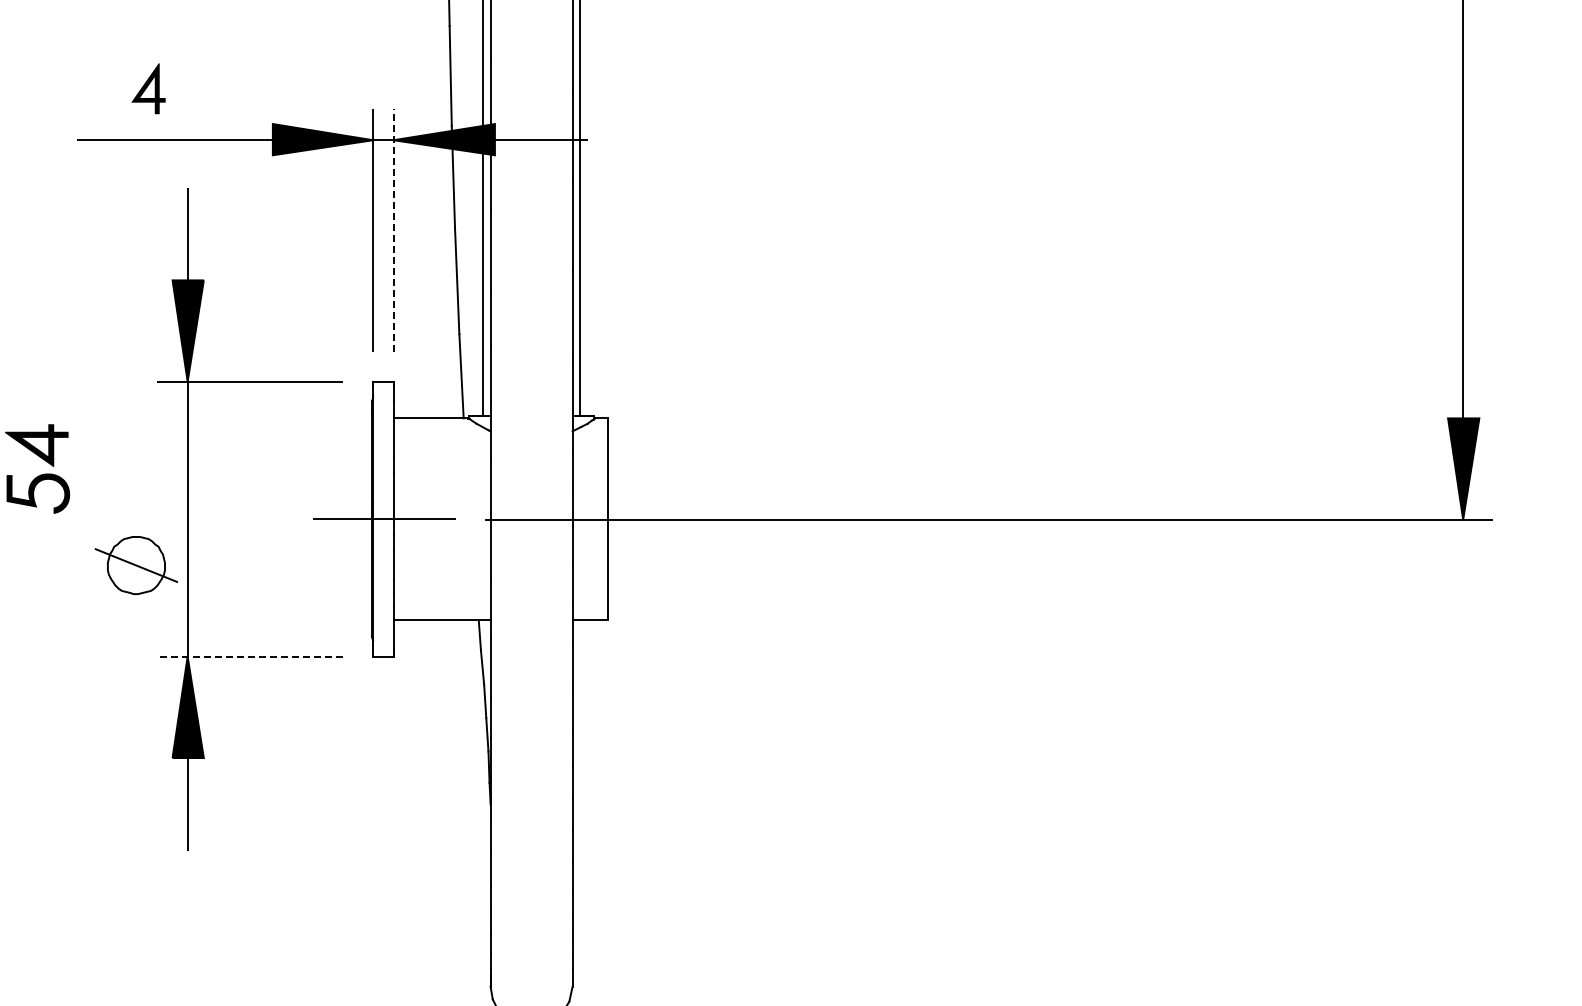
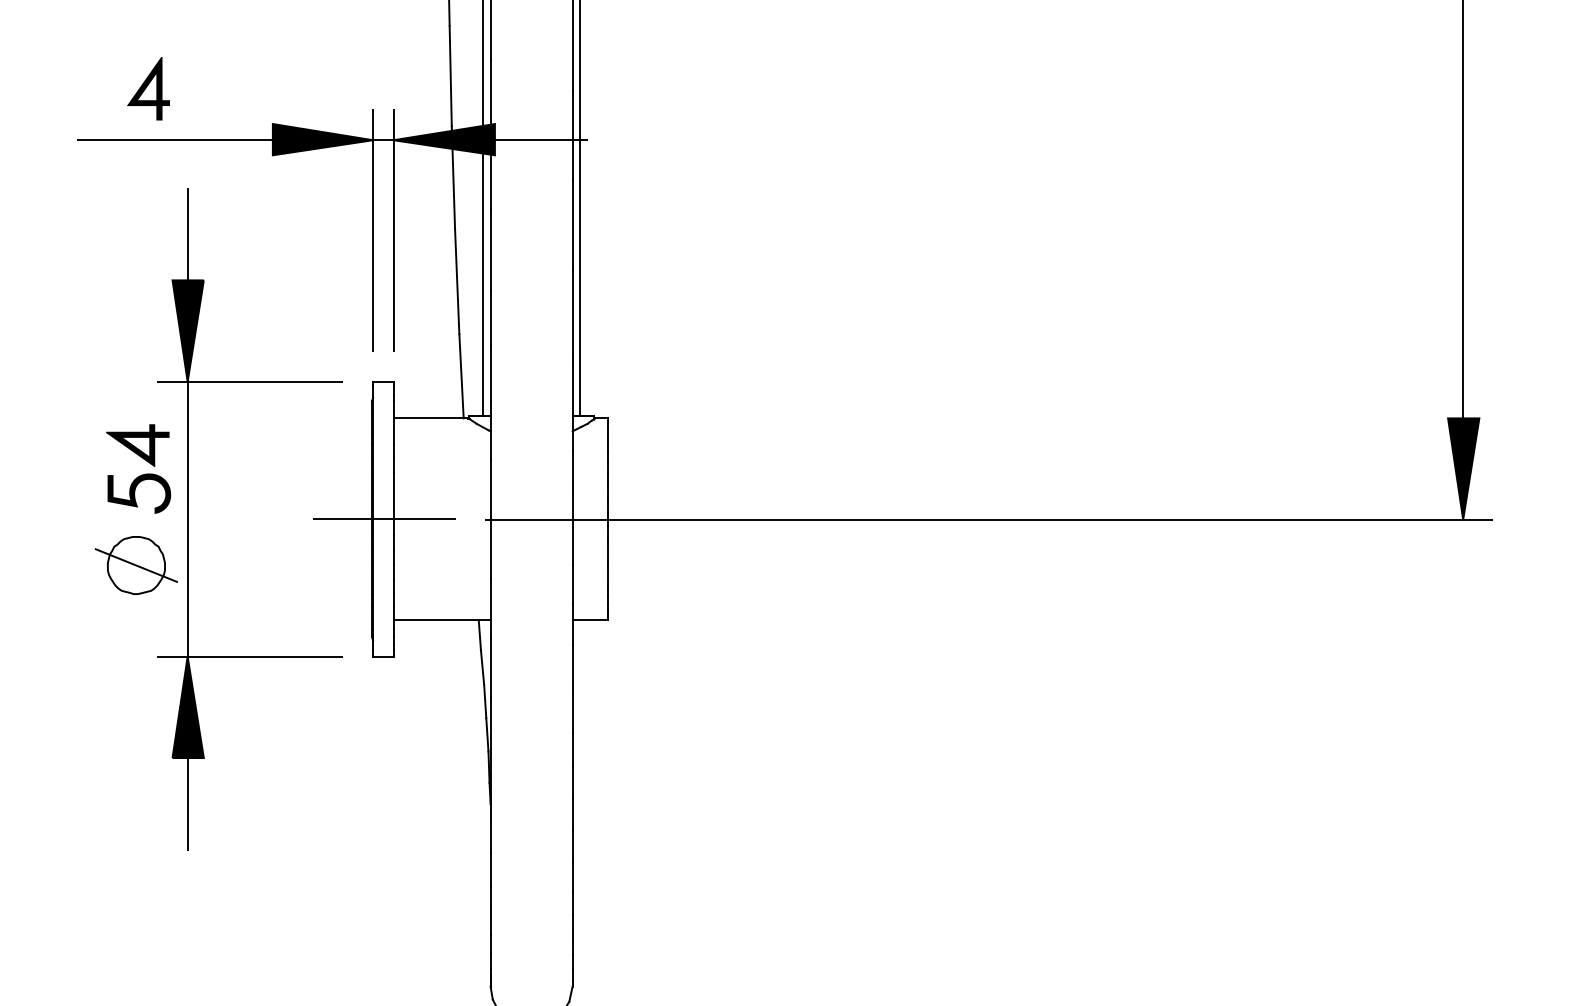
part at (148, 88) size: 35x52 px -> 43x64 px
line at (393, 229): dashed -> solid
part at (40, 474) position: (40, 474) -> (141, 474)
line at (250, 656): dashed -> solid
